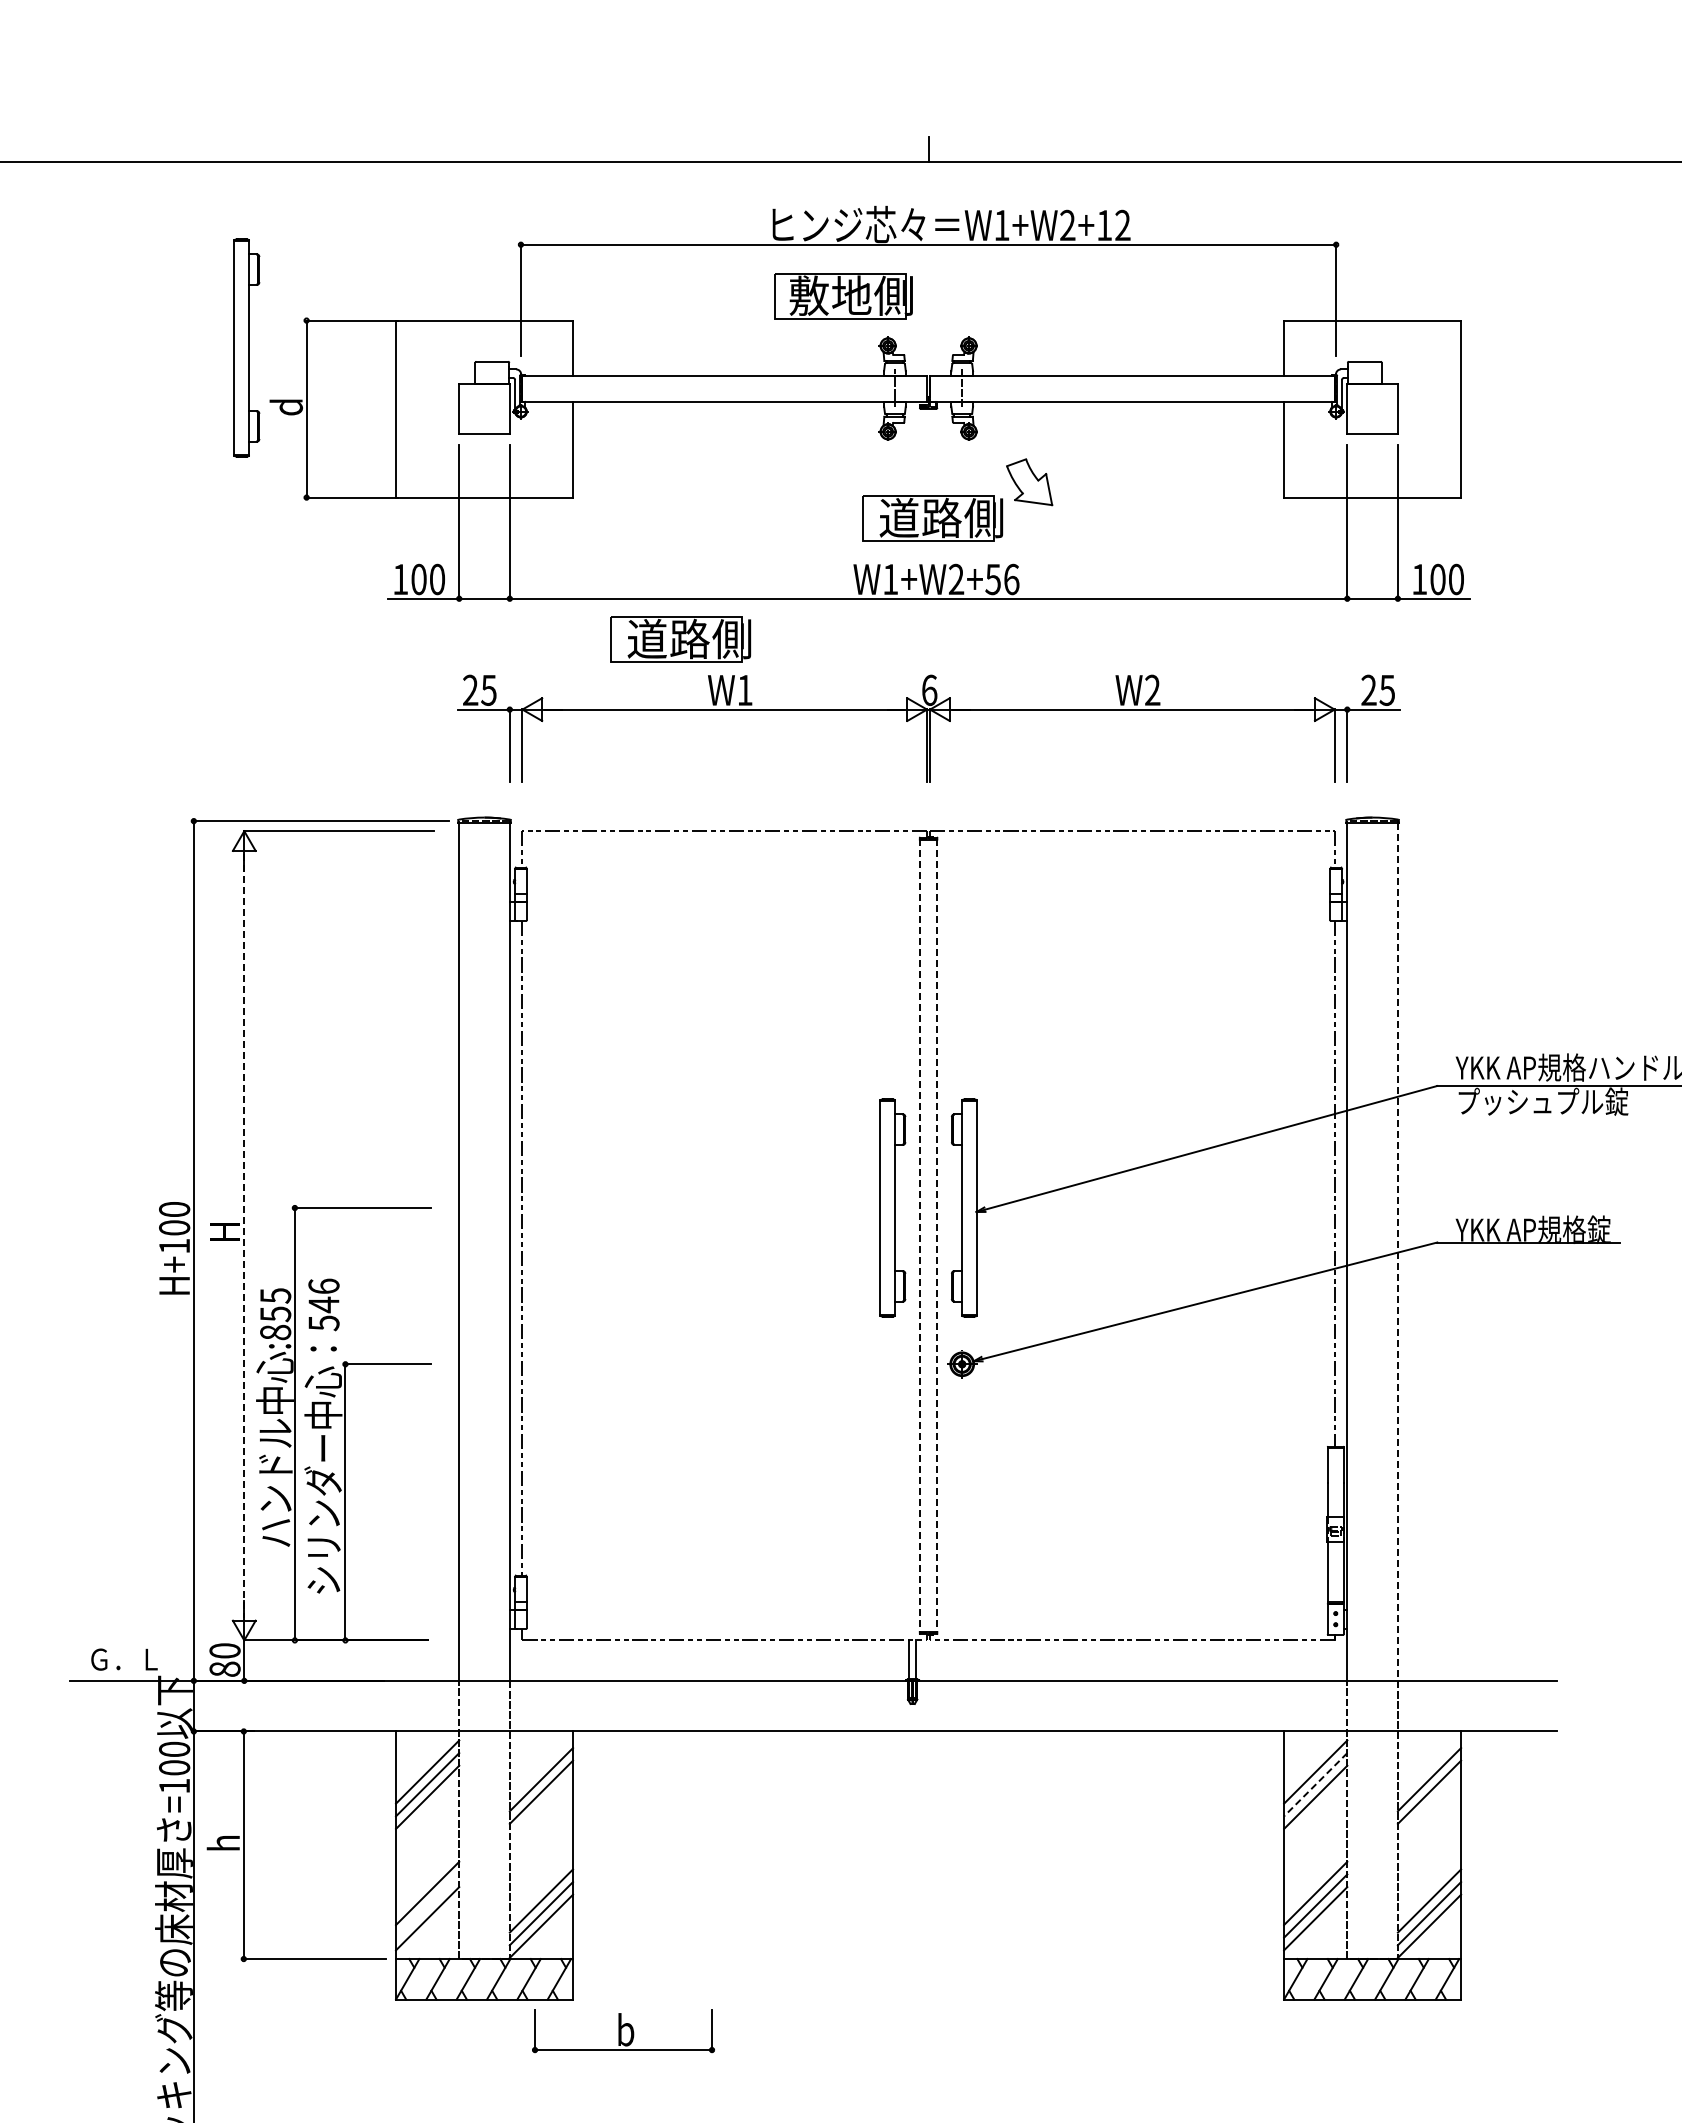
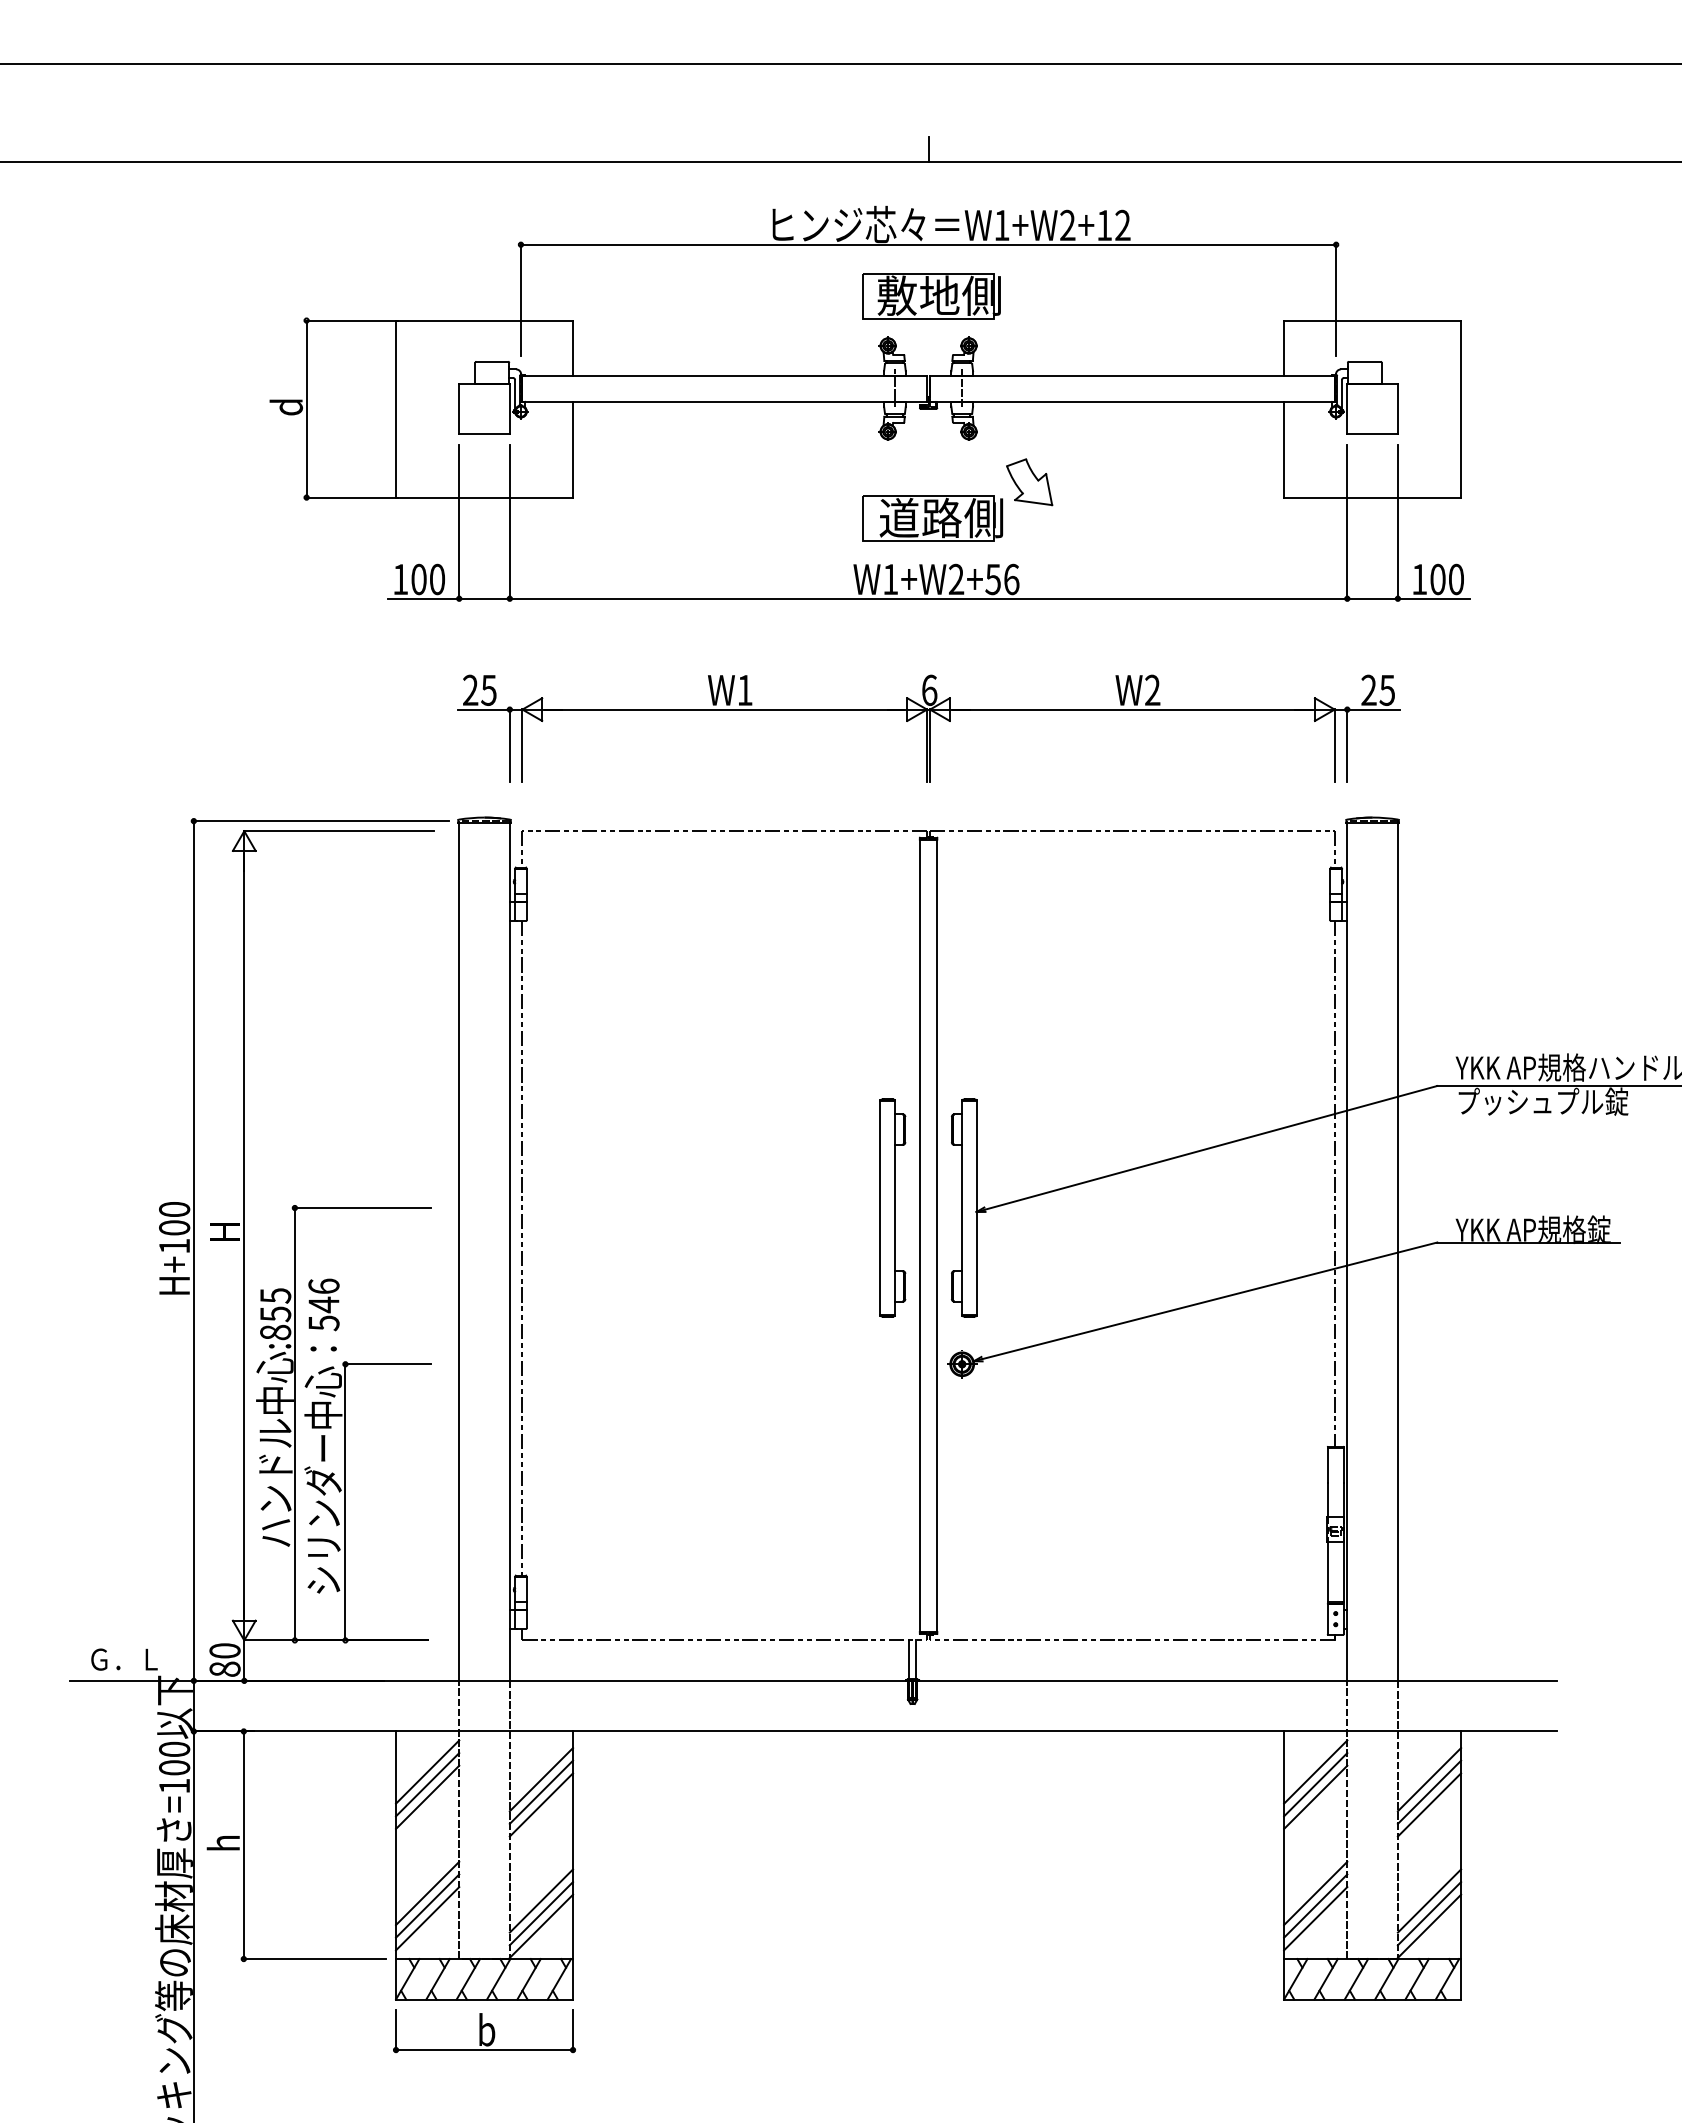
line at (840, 63): none -> present
part at (843, 296) position: (843, 296) -> (931, 296)
part at (246, 347): present -> none
part at (680, 639): present -> none
line at (244, 1235): dashed -> solid
line at (920, 1236): dashed -> solid
line at (936, 1236): dashed -> solid
line at (1397, 1252): dashed -> solid
line at (1315, 1784): dashed -> solid
line at (541, 1804): none -> present
line at (1429, 1804): none -> present
line at (427, 1905): none -> present
part at (623, 2031) position: (623, 2031) -> (484, 2031)
